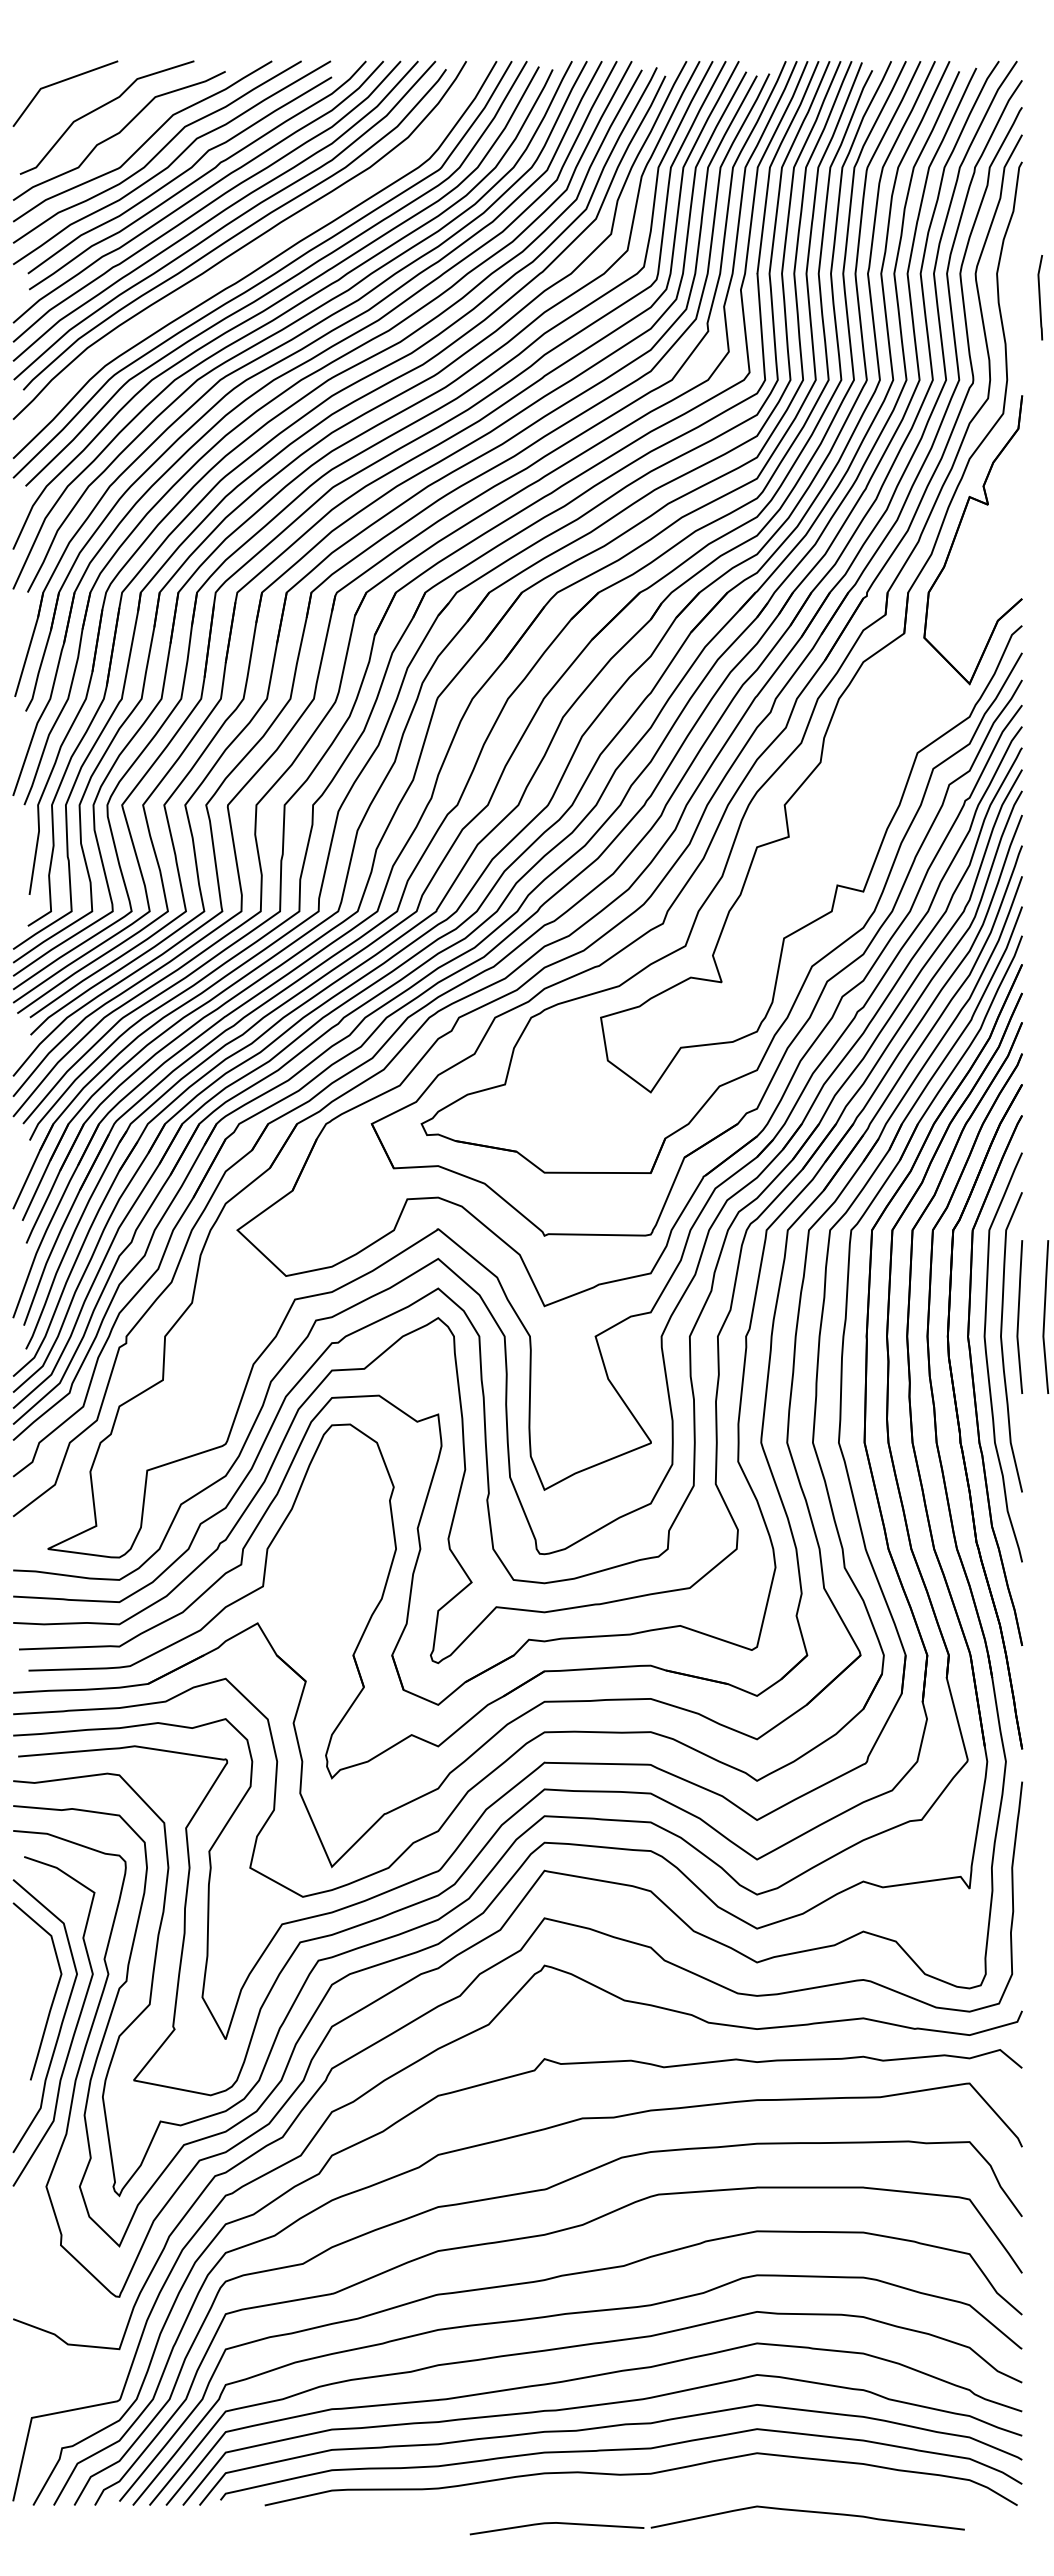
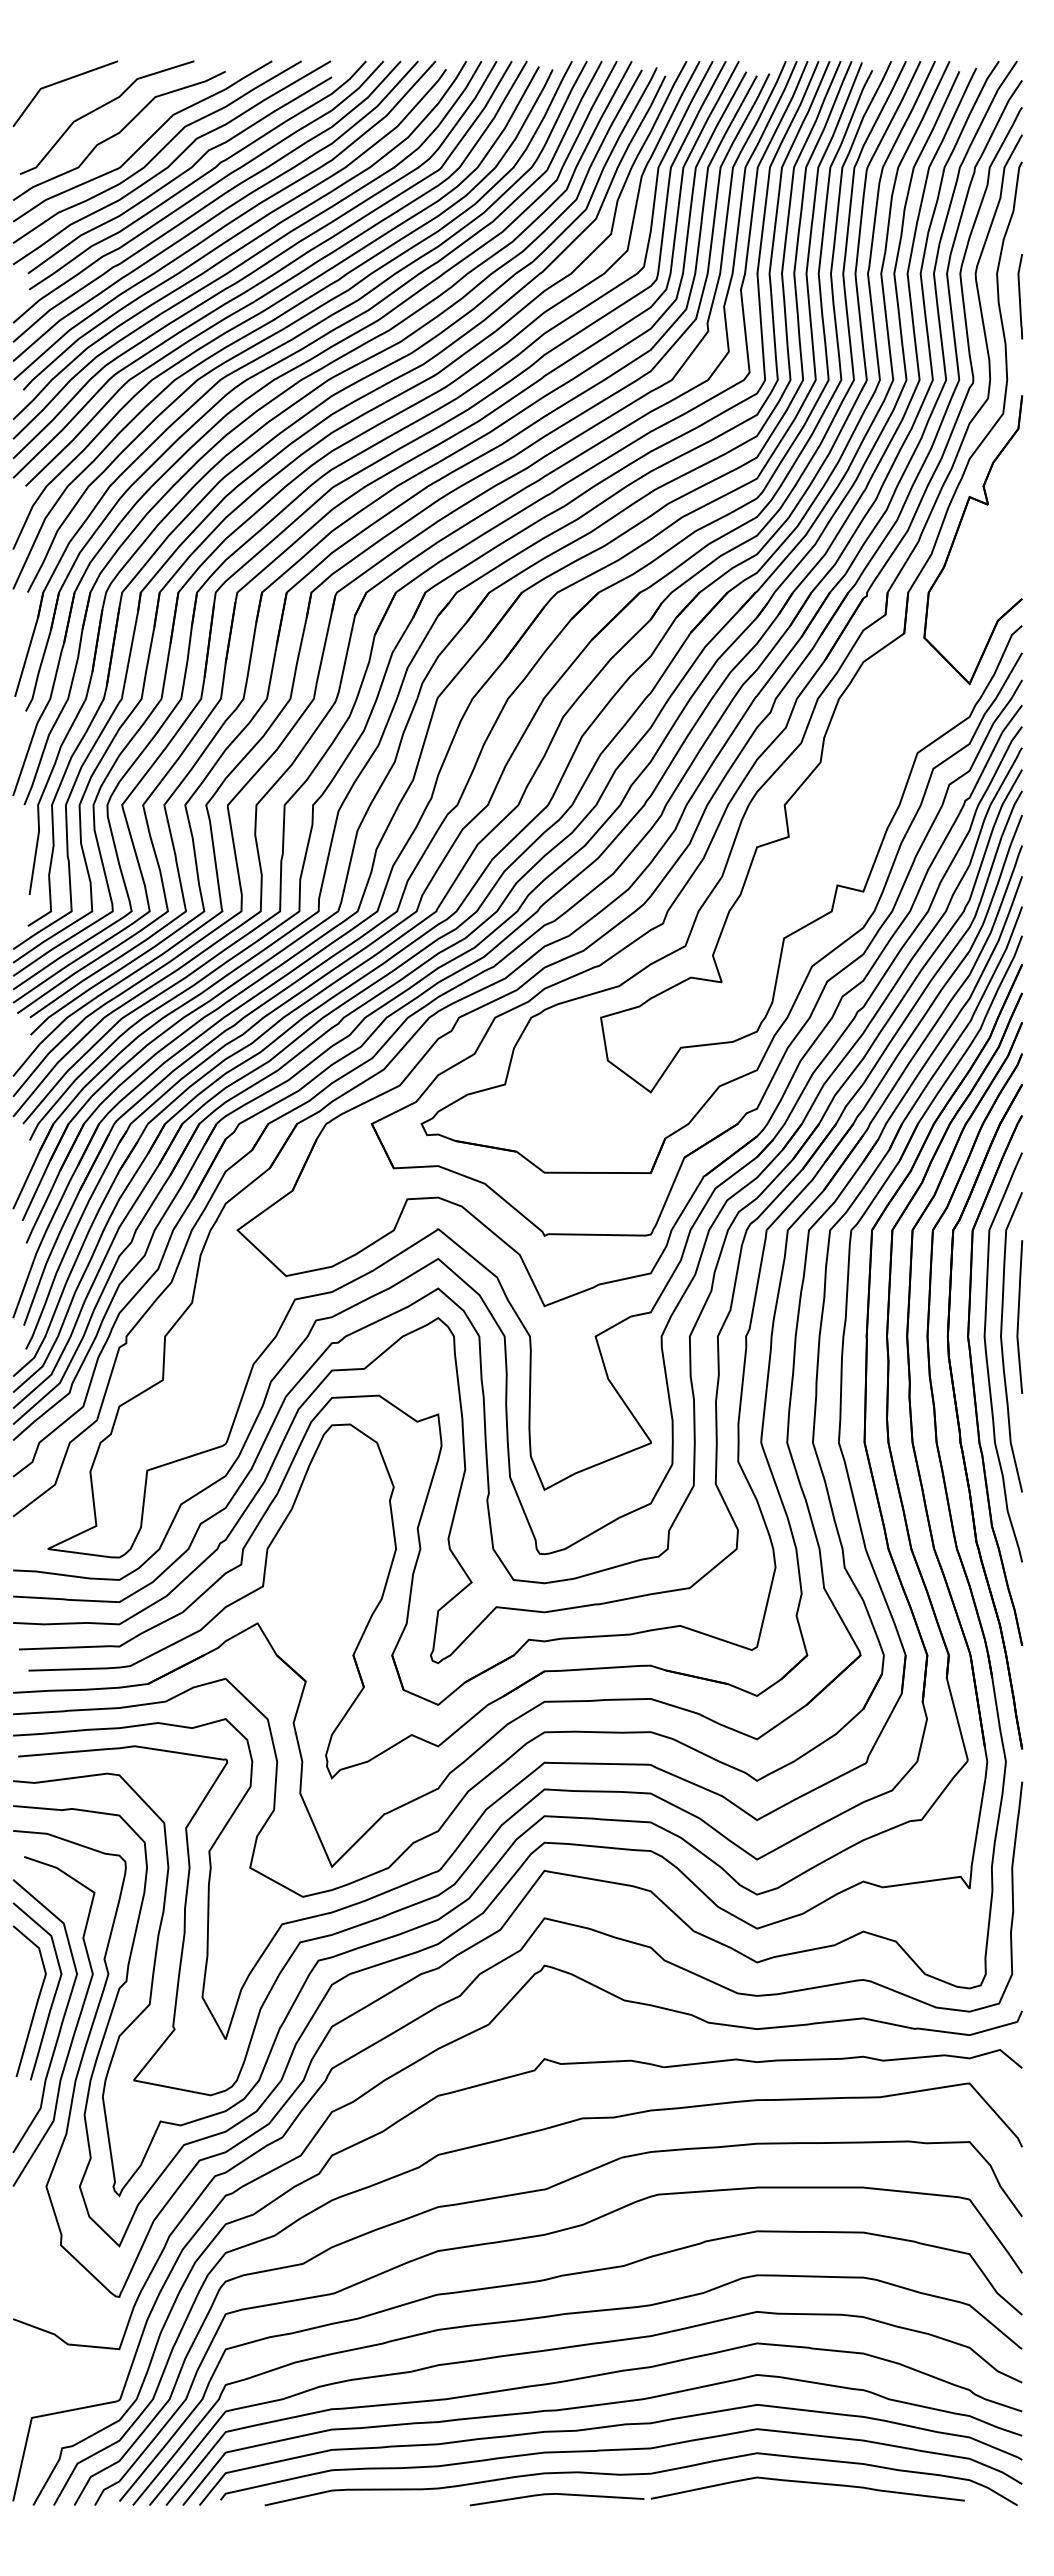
curve at (252, 255): none -> present
line at (1040, 297) position: (1040, 297) -> (1020, 296)
curve at (1045, 1316): present -> none
line at (35, 2004): none -> present
part at (716, 2520) position: (716, 2520) -> (716, 2491)
